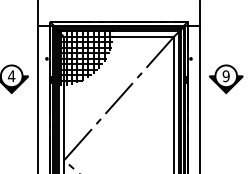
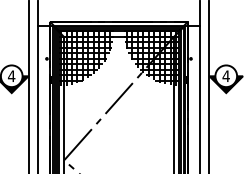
hatch at (150, 58): none -> present
text at (225, 76): 9 -> 4
line at (28, 86): none -> present
line at (209, 86): none -> present
